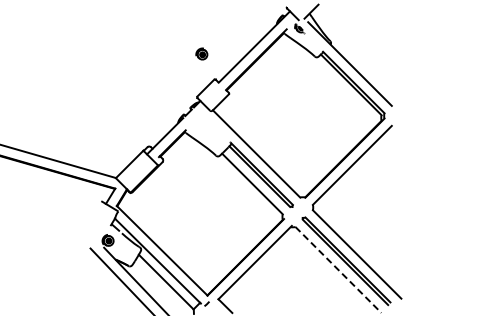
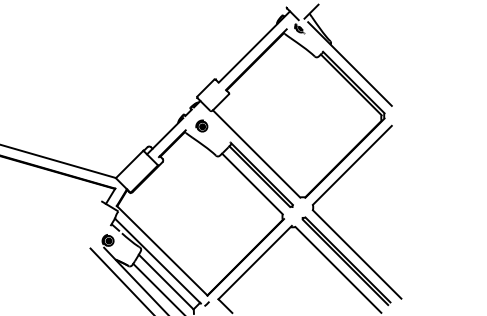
part at (201, 53) position: (201, 53) -> (201, 125)
line at (338, 269): dashed -> solid
line at (157, 287): none -> present
